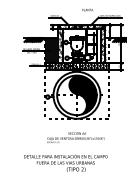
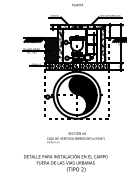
text at (87, 10) position: (87, 10) -> (77, 5)
